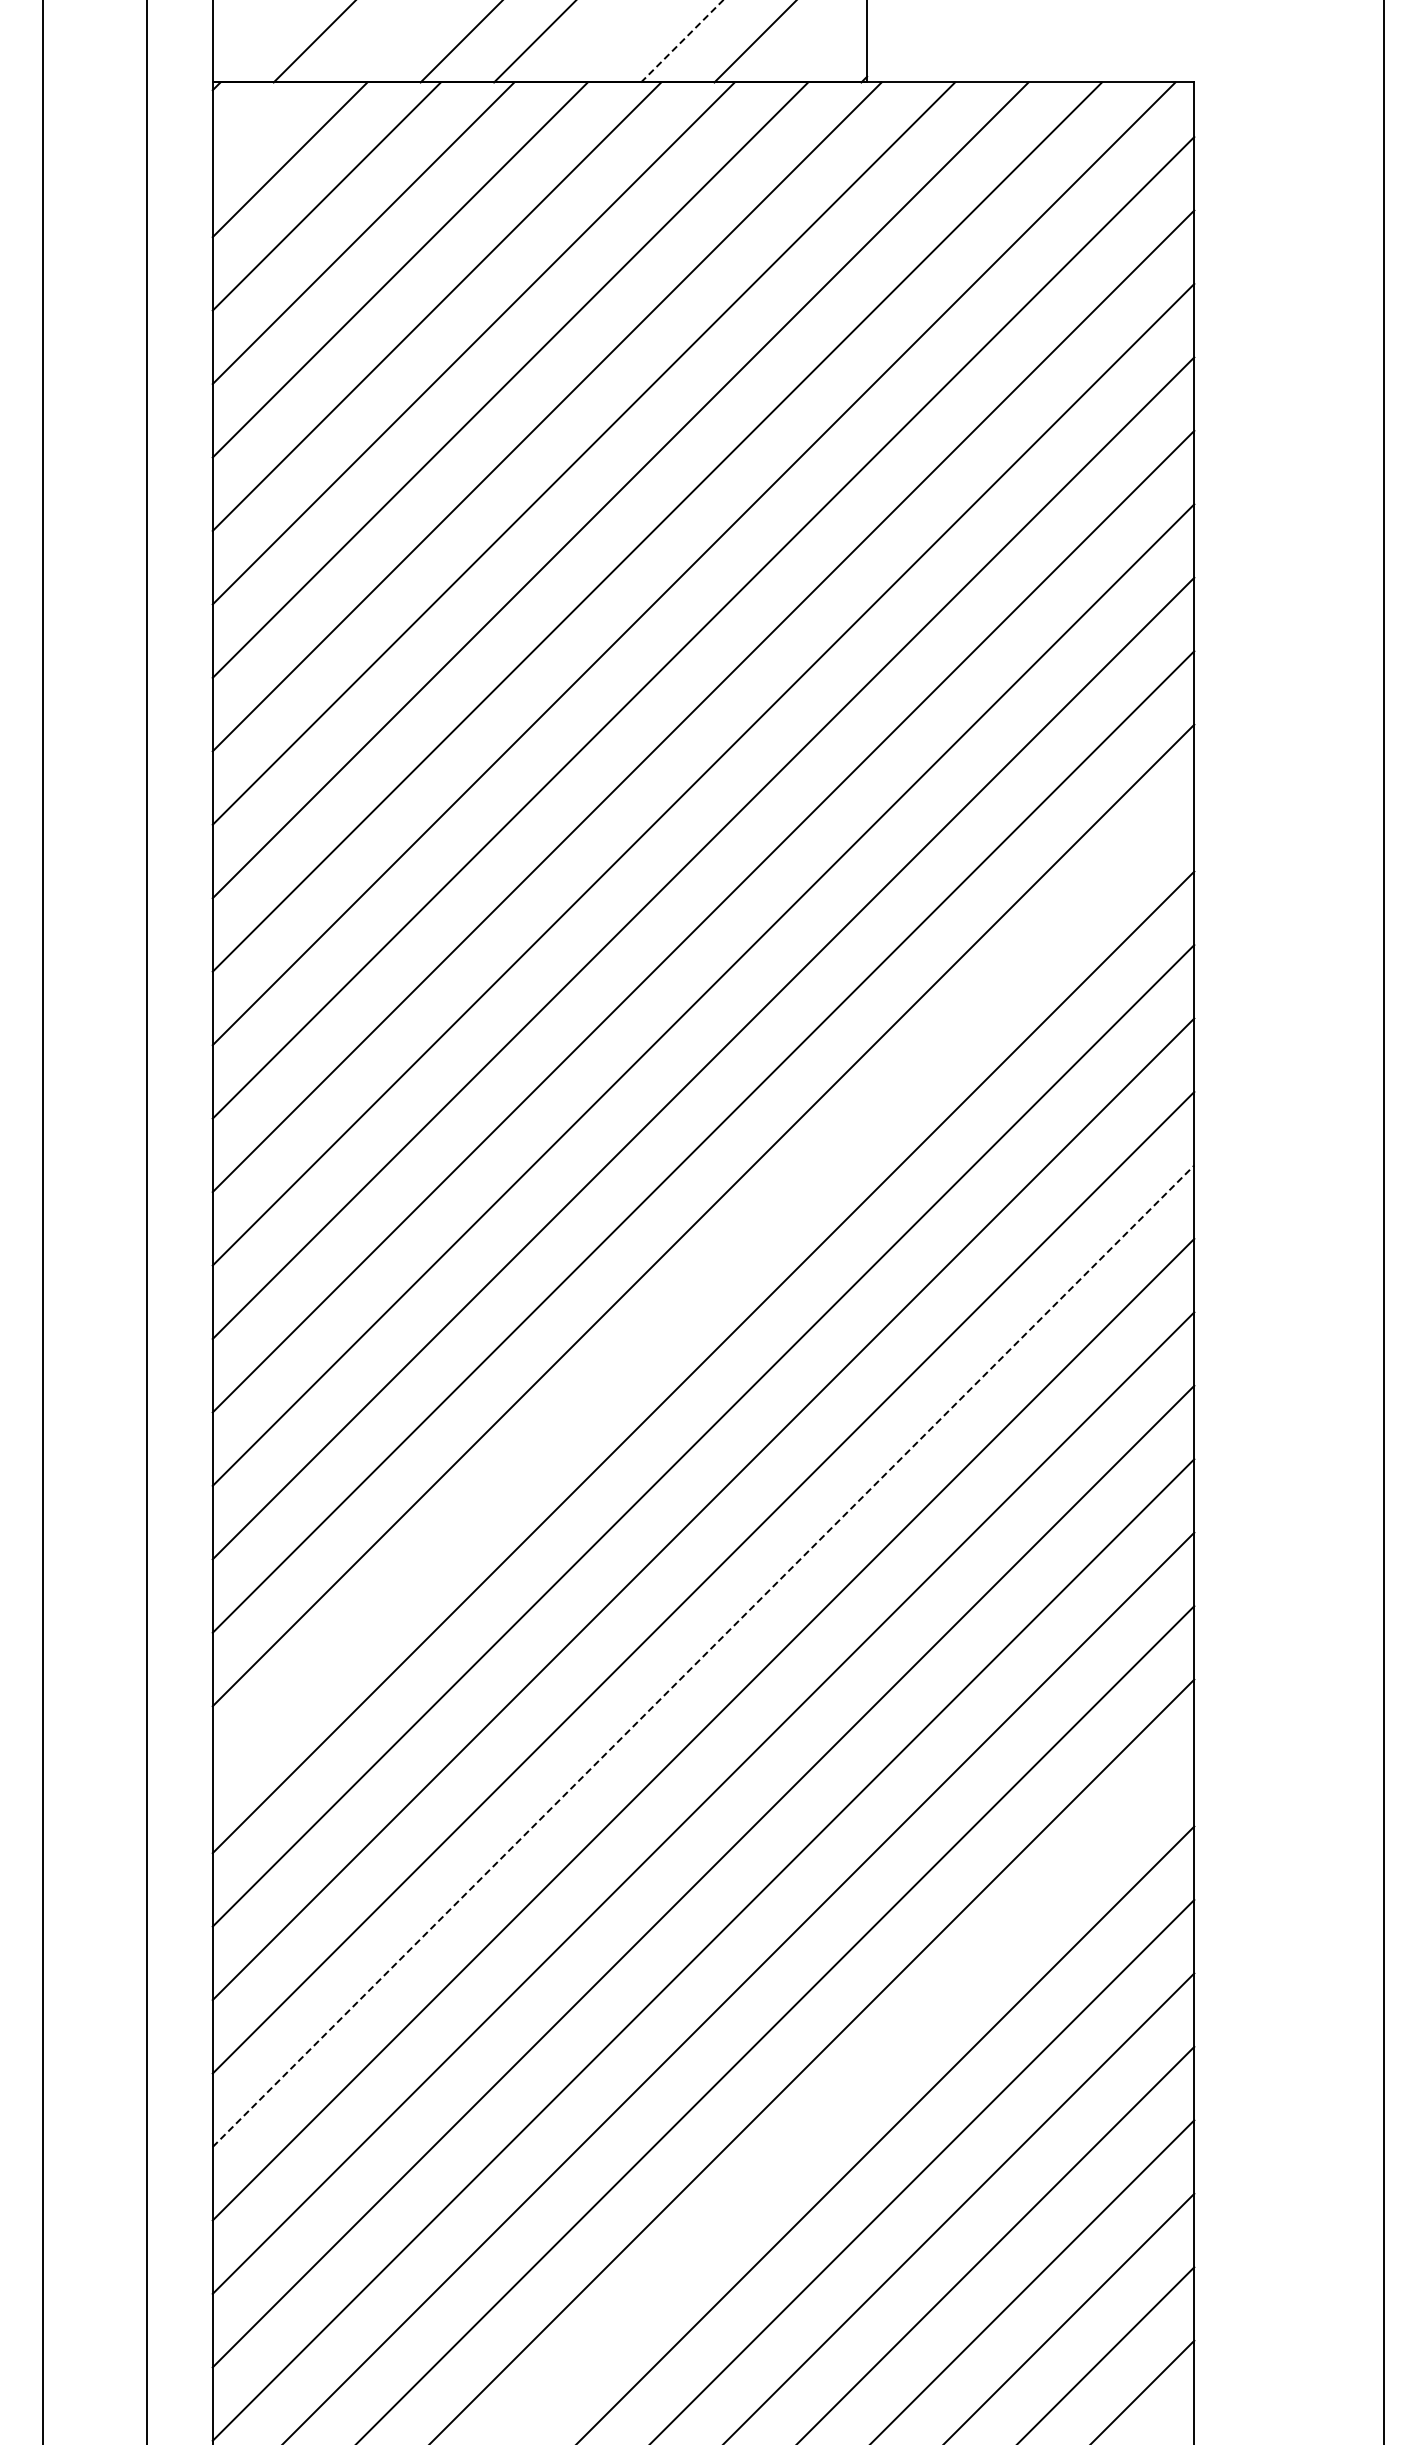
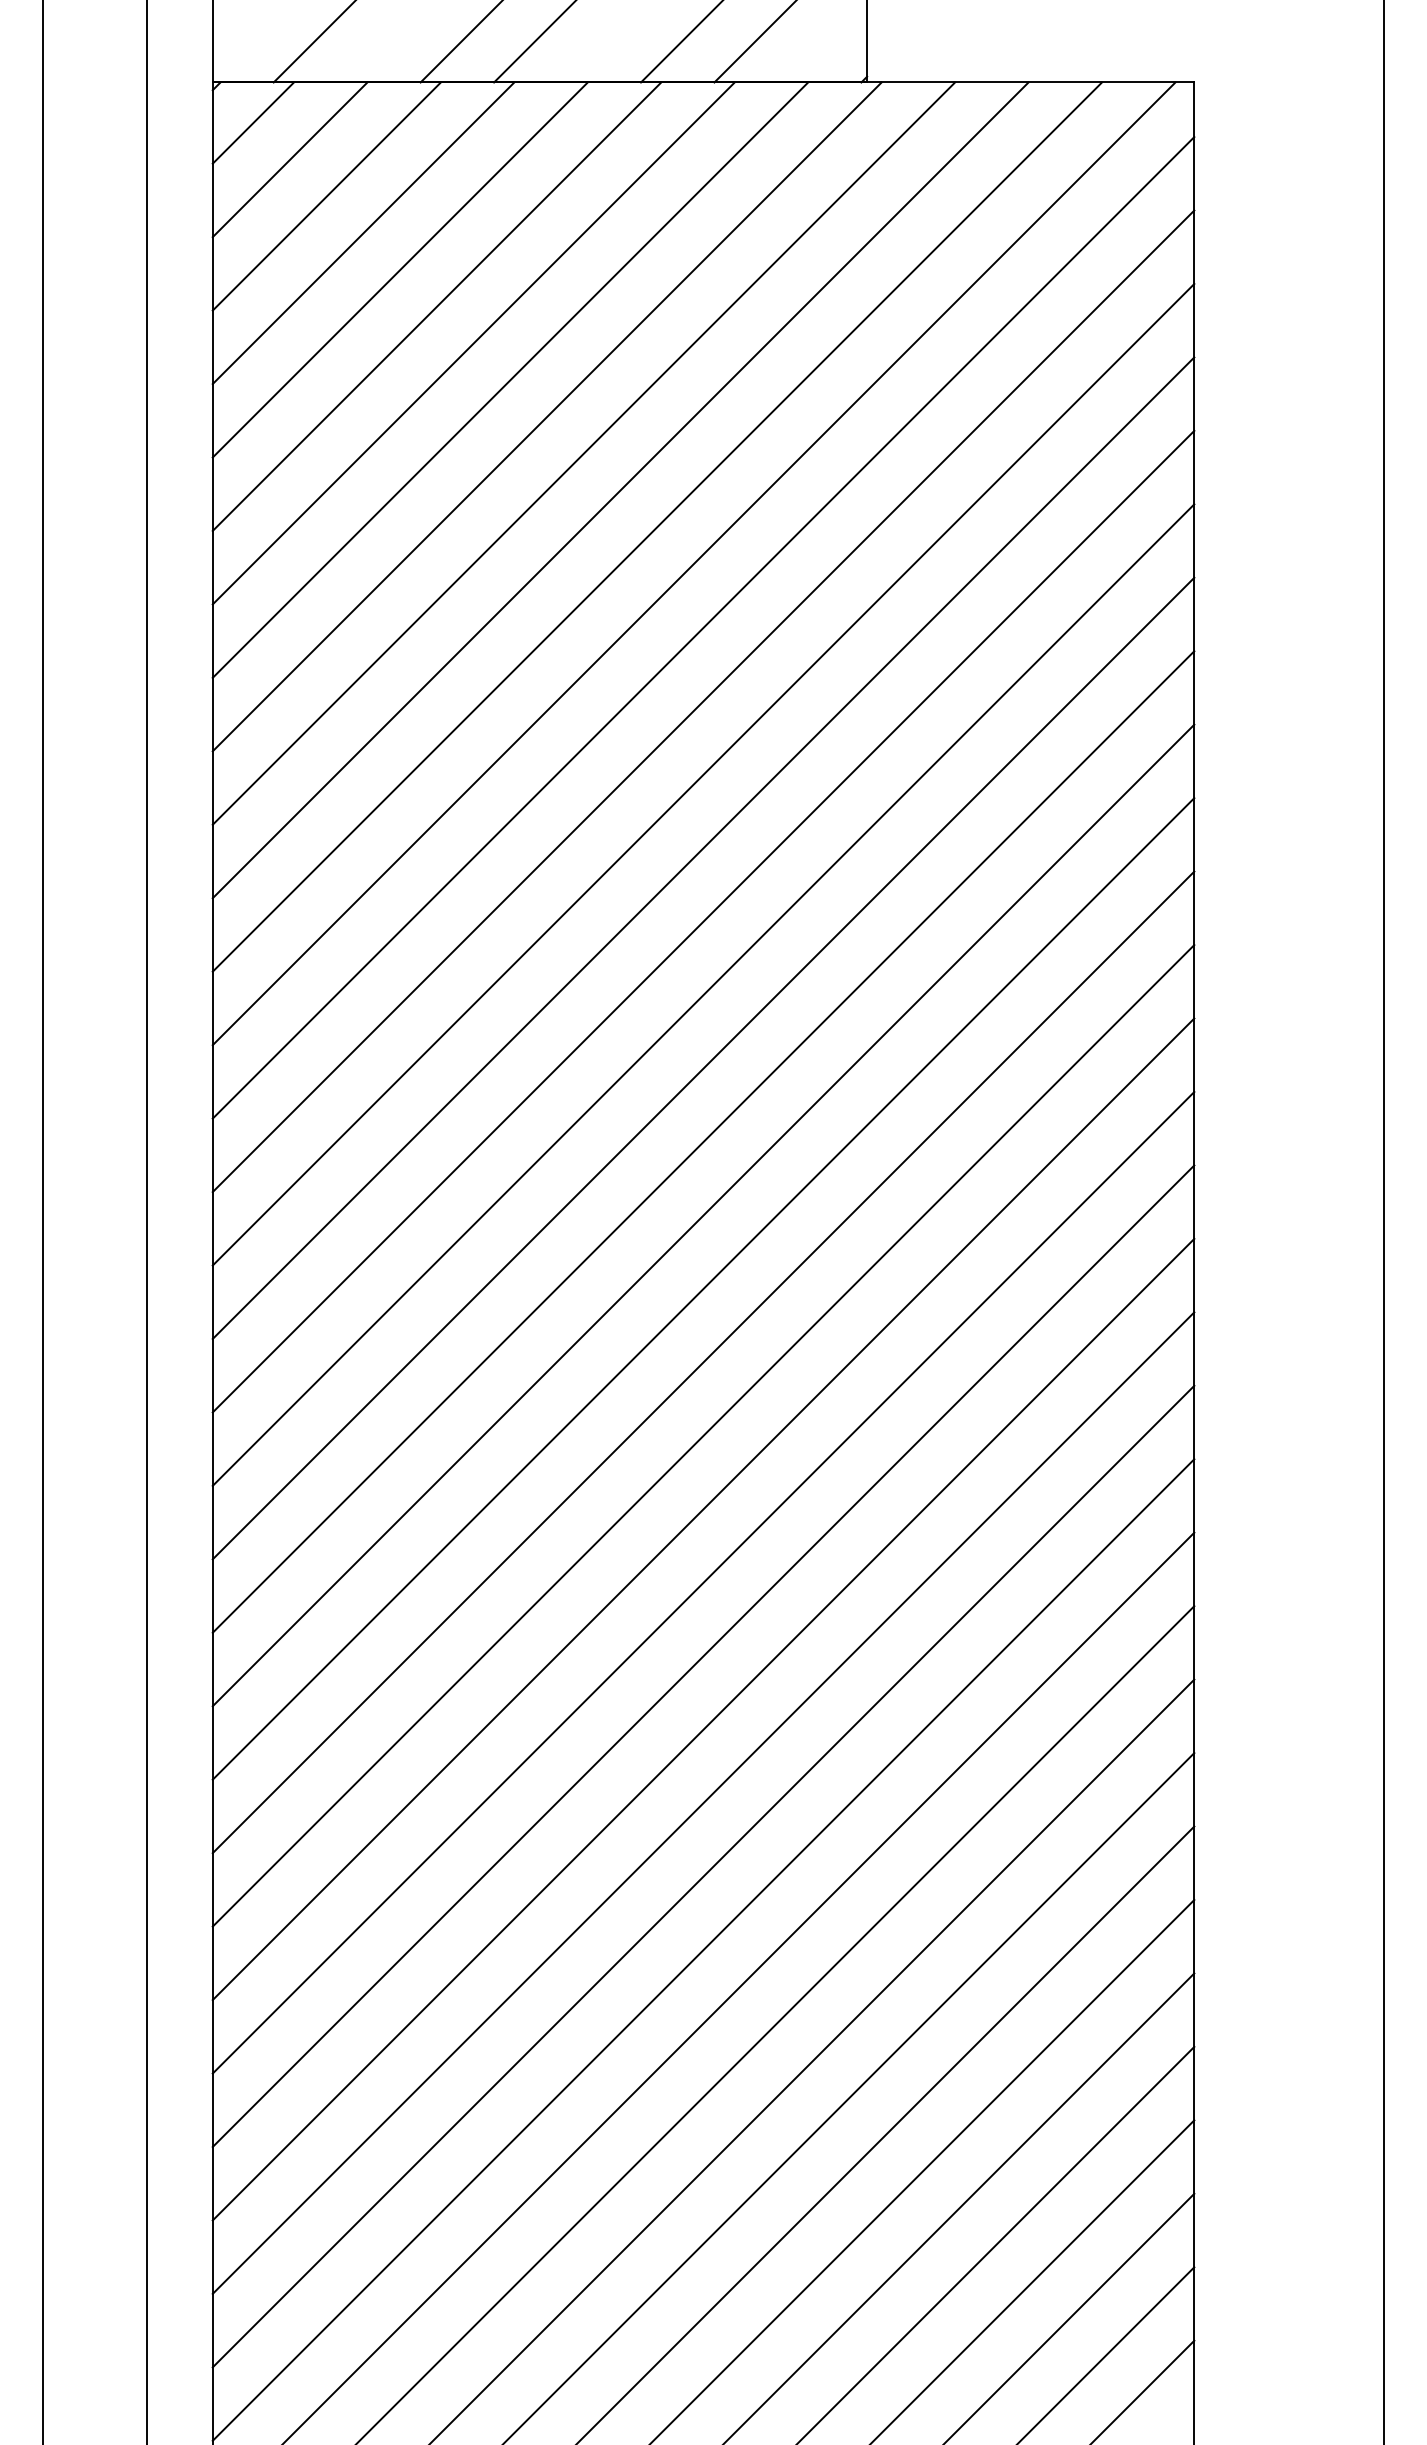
line at (681, 41): dashed -> solid
line at (252, 122): none -> present
line at (703, 1288): none -> present
line at (703, 1655): dashed -> solid
line at (849, 2097): none -> present
